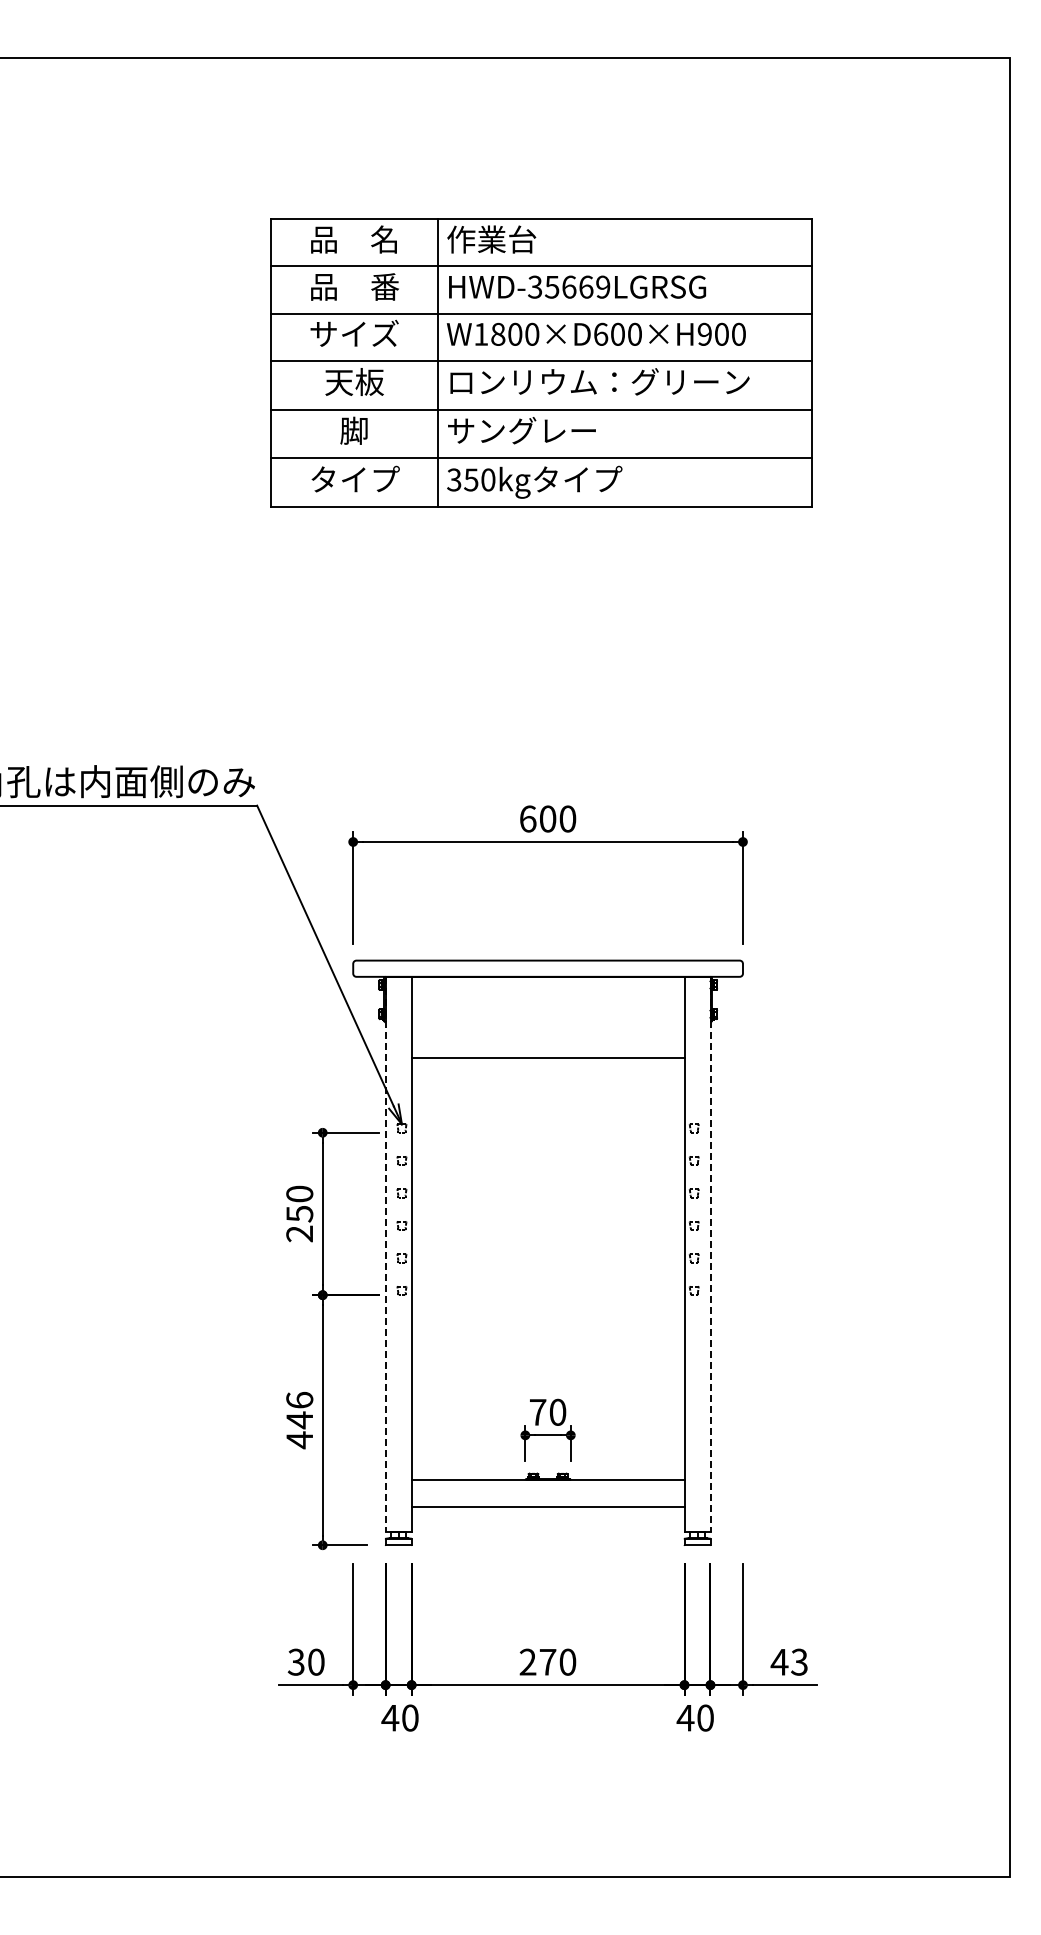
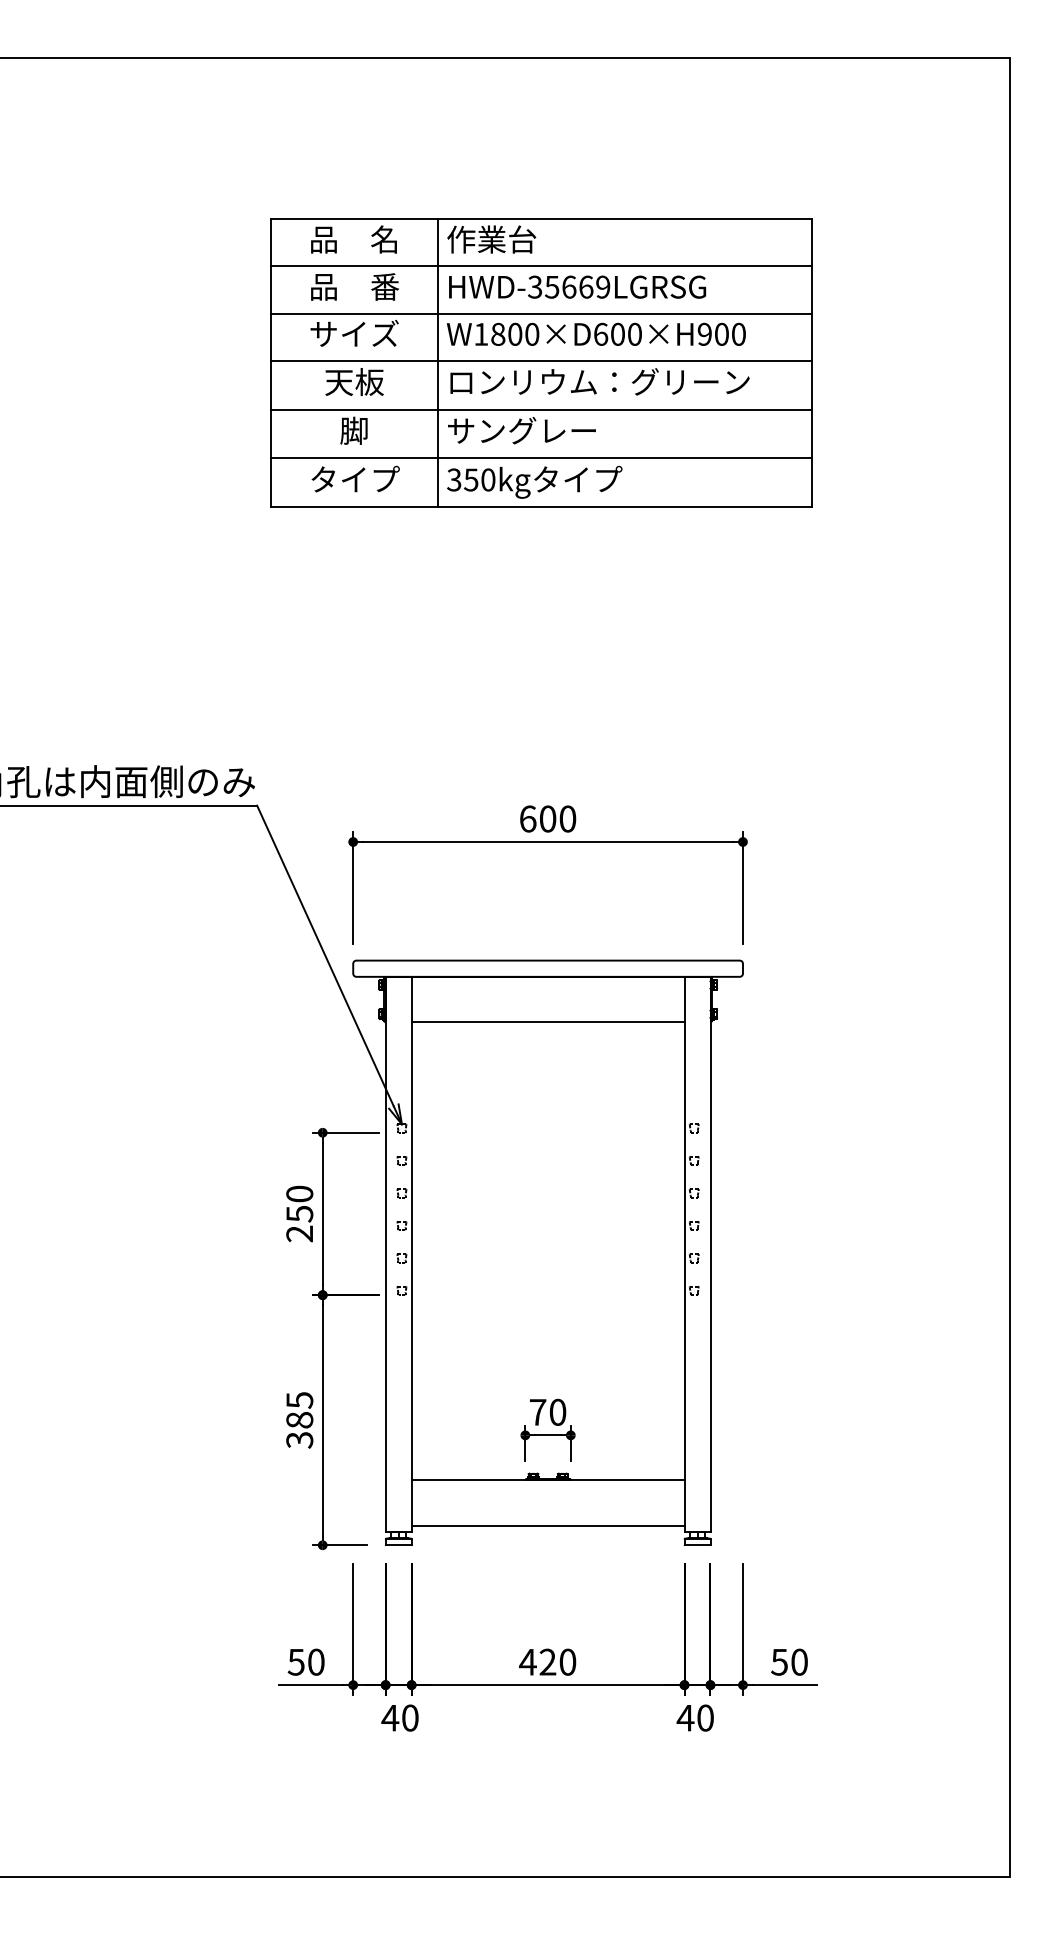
line at (547, 1058) position: (547, 1058) -> (547, 1022)
line at (385, 1254): dashed -> solid
line at (710, 1254): dashed -> solid
text at (299, 1420): 446 -> 385
line at (547, 1506) position: (547, 1506) -> (547, 1525)
text at (296, 1661): 30 -> 50
text at (537, 1661): 270 -> 420
text at (788, 1661): 43 -> 50
